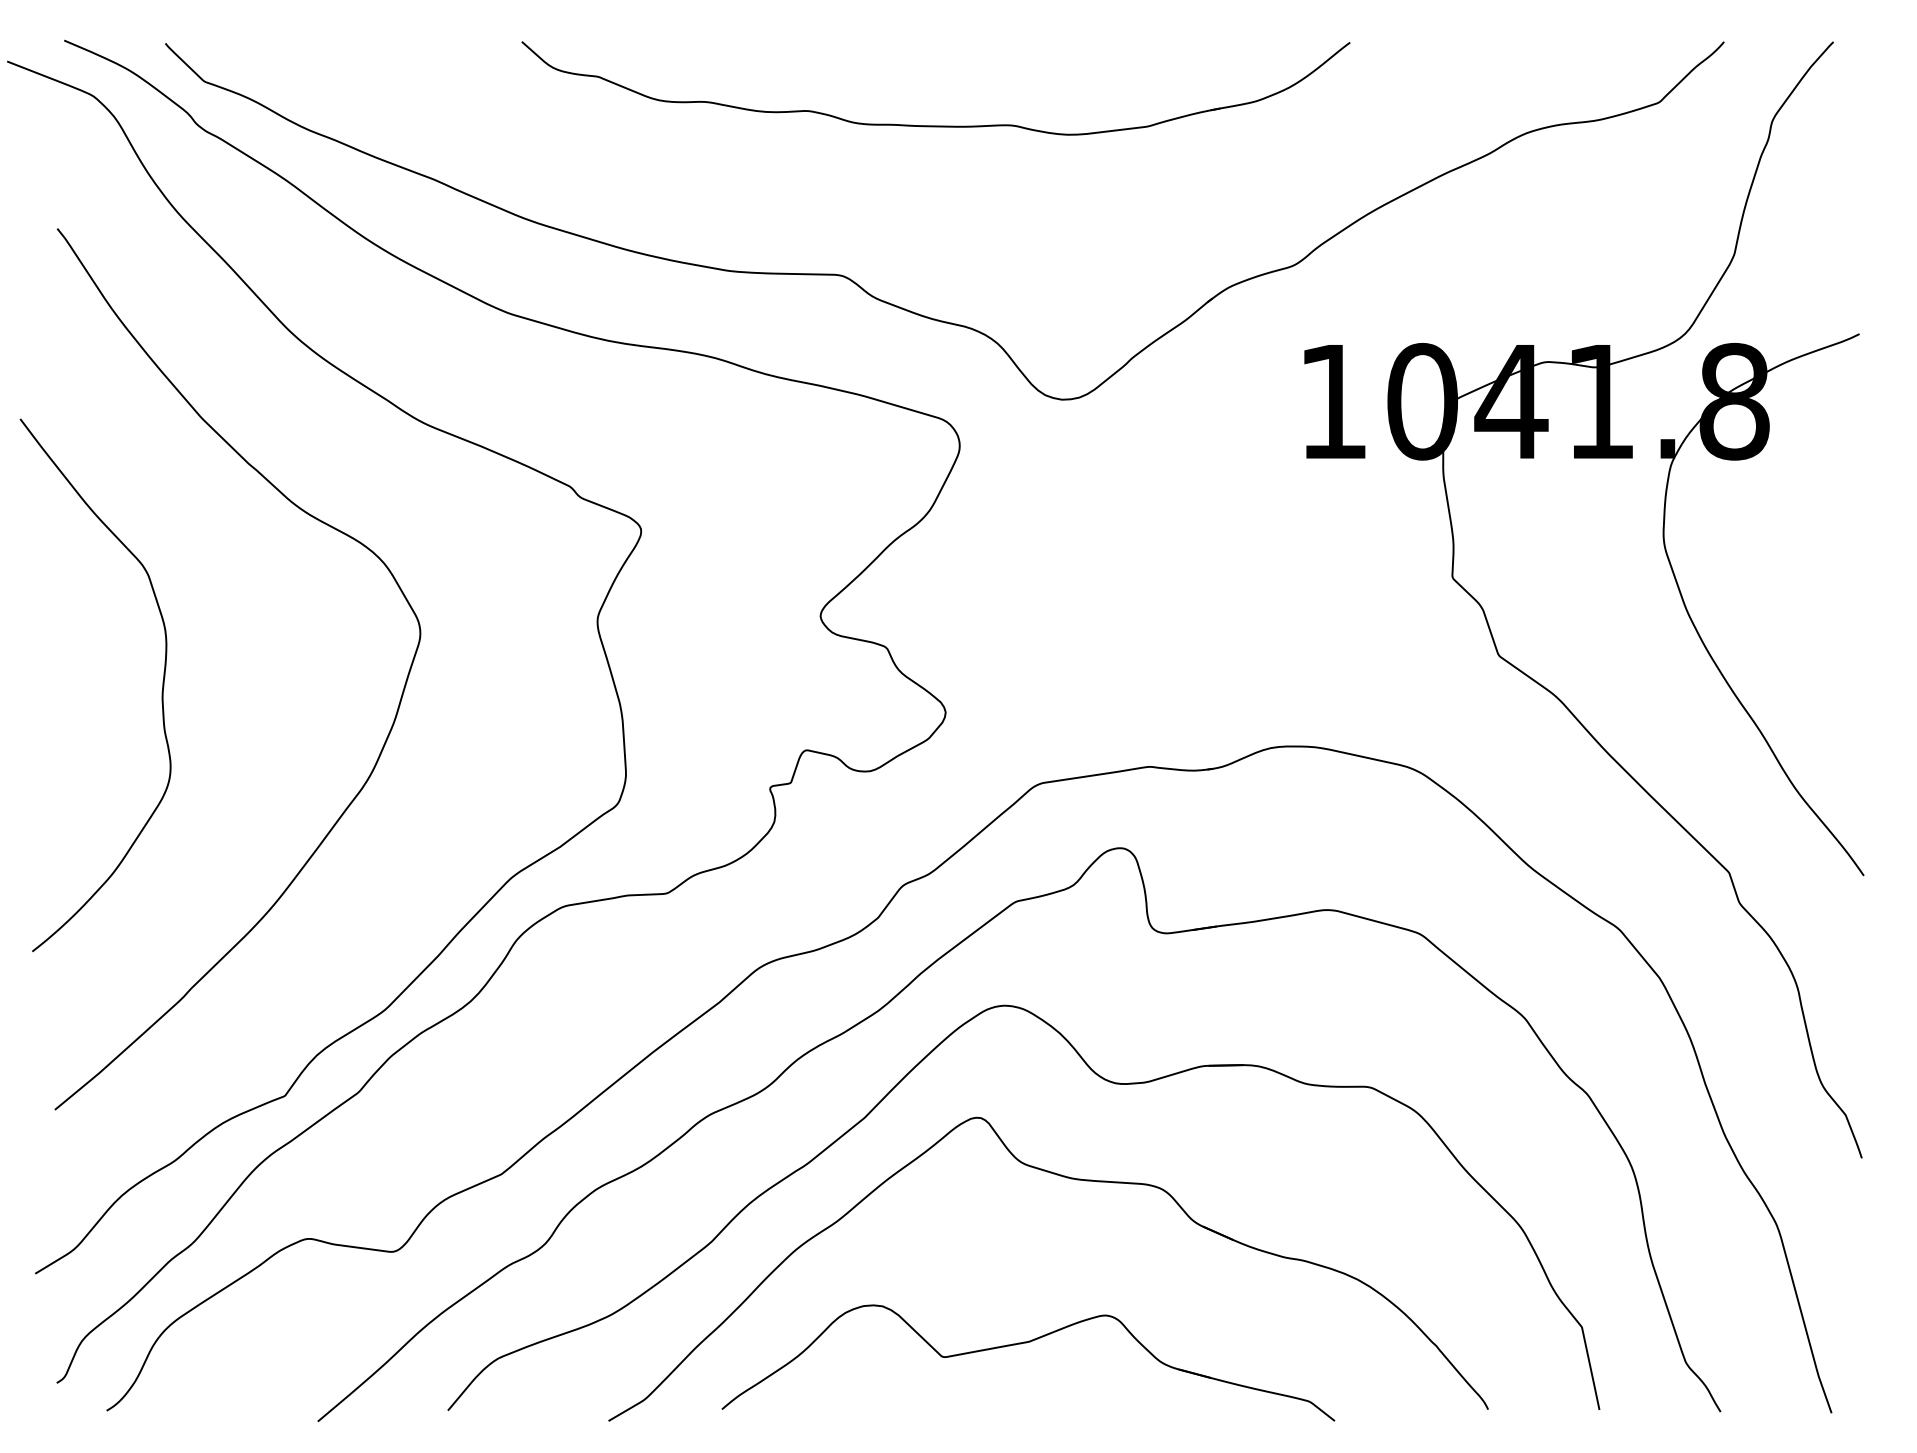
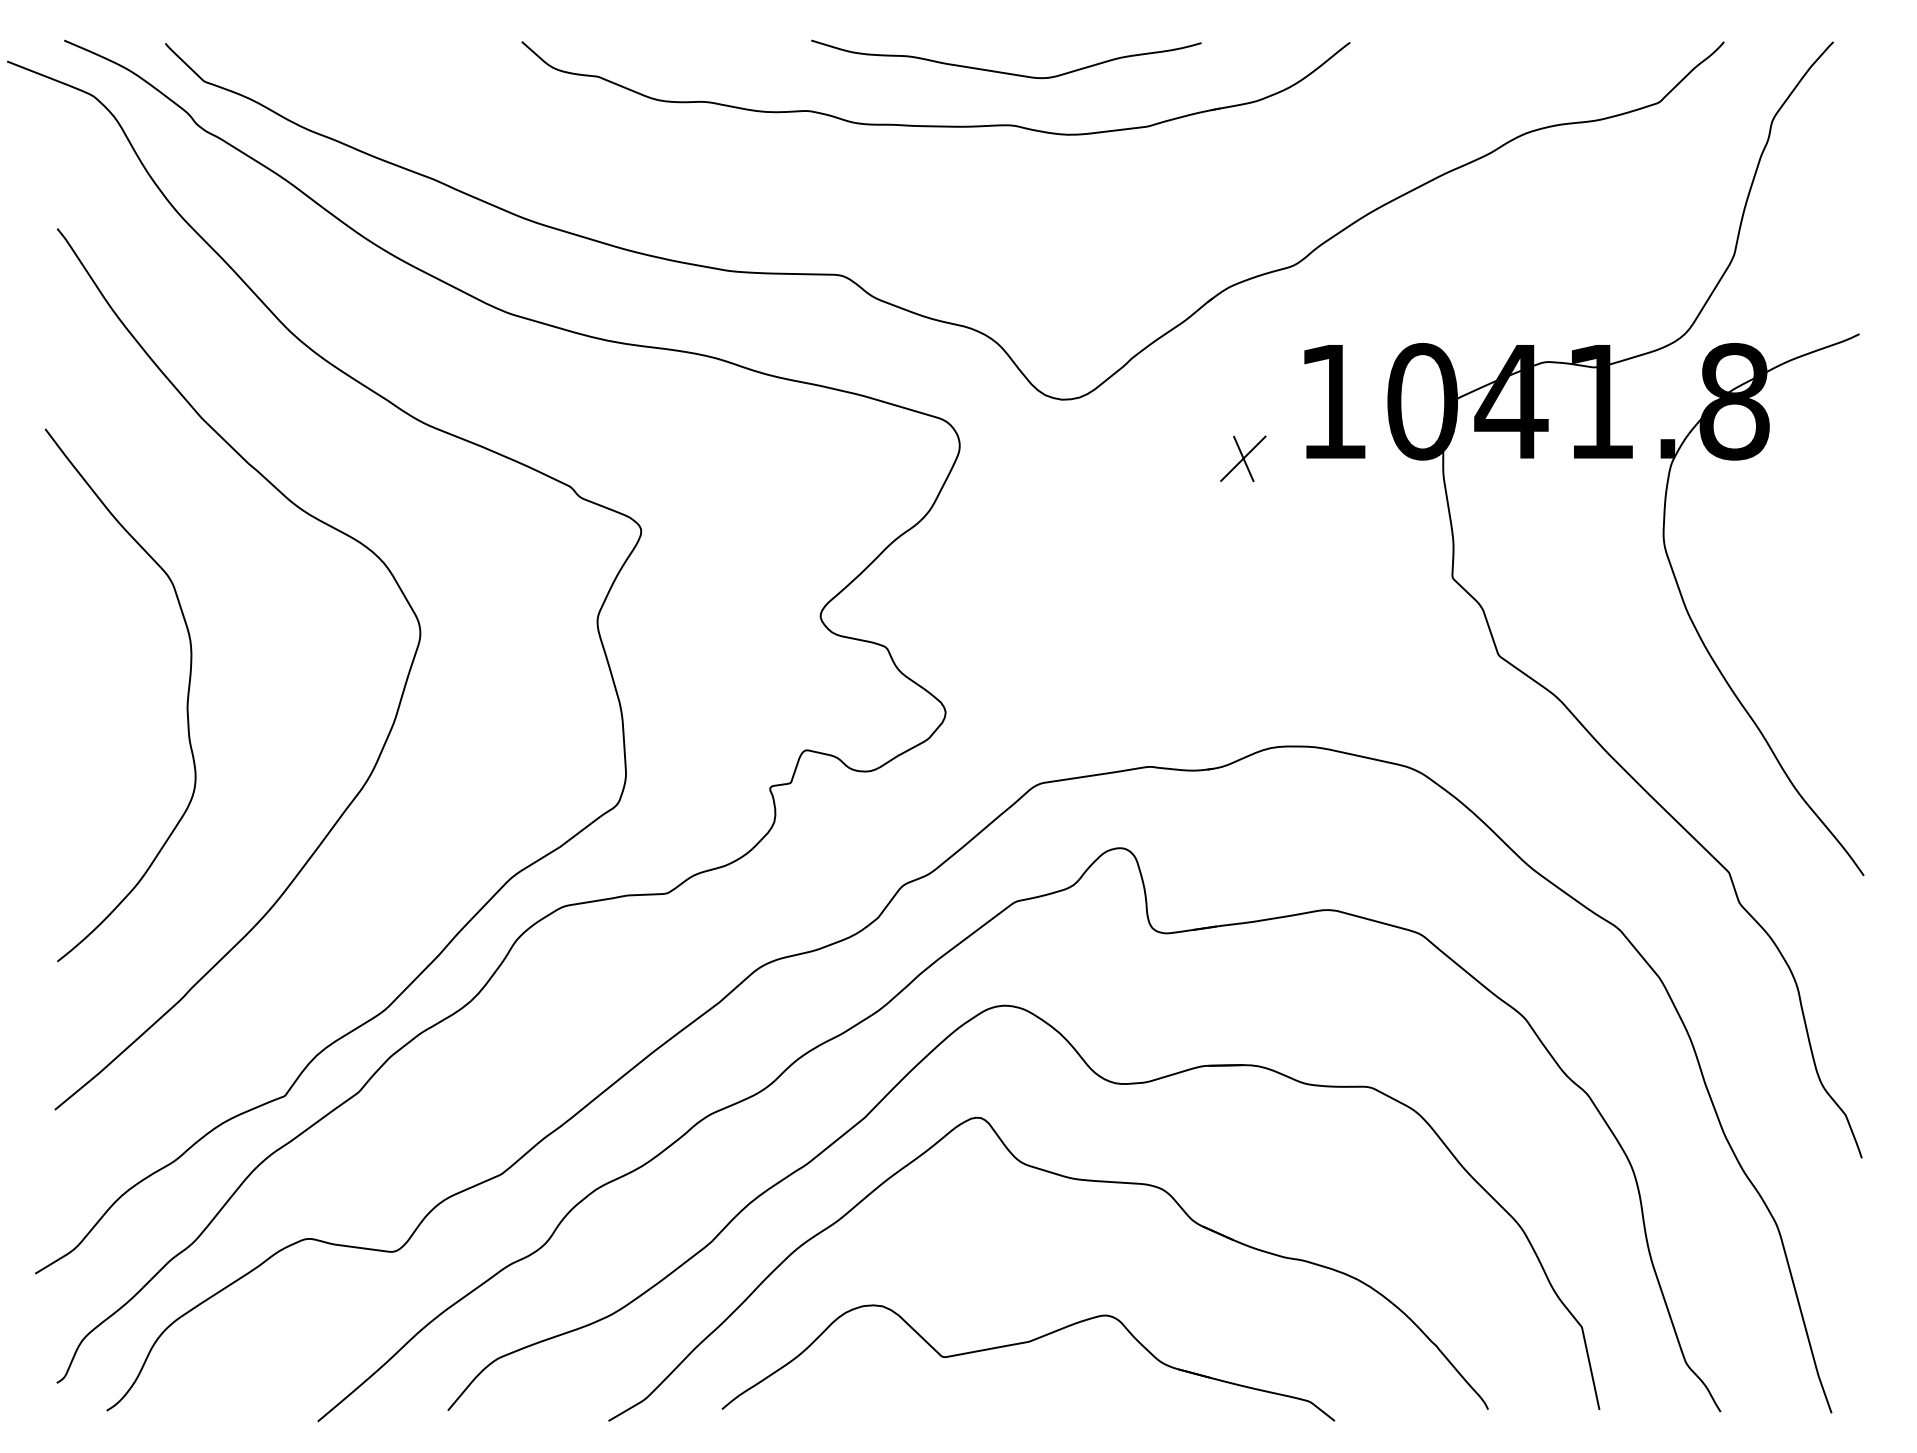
curve at (1002, 71): none -> present
part at (1243, 458): none -> present
curve at (161, 691) position: (161, 691) -> (186, 701)
